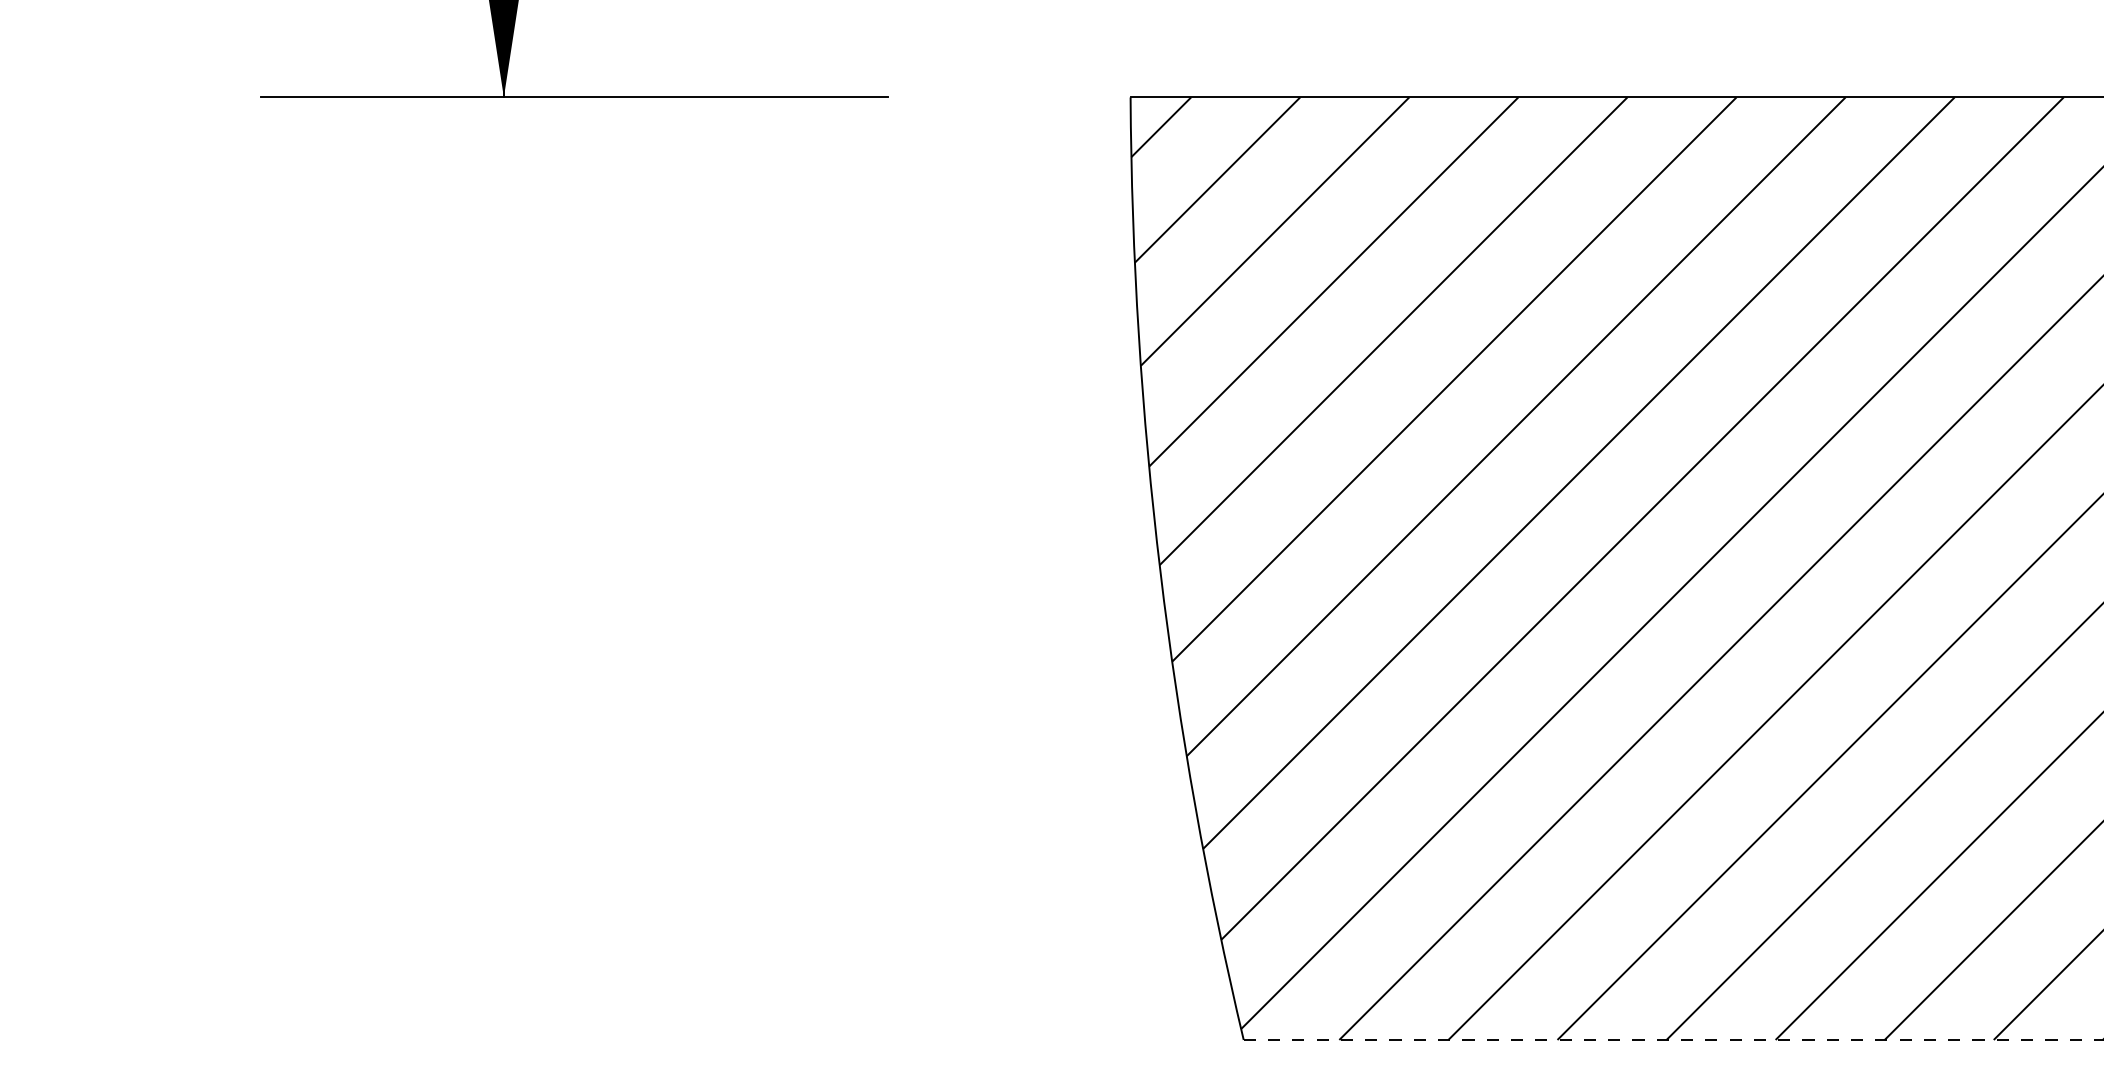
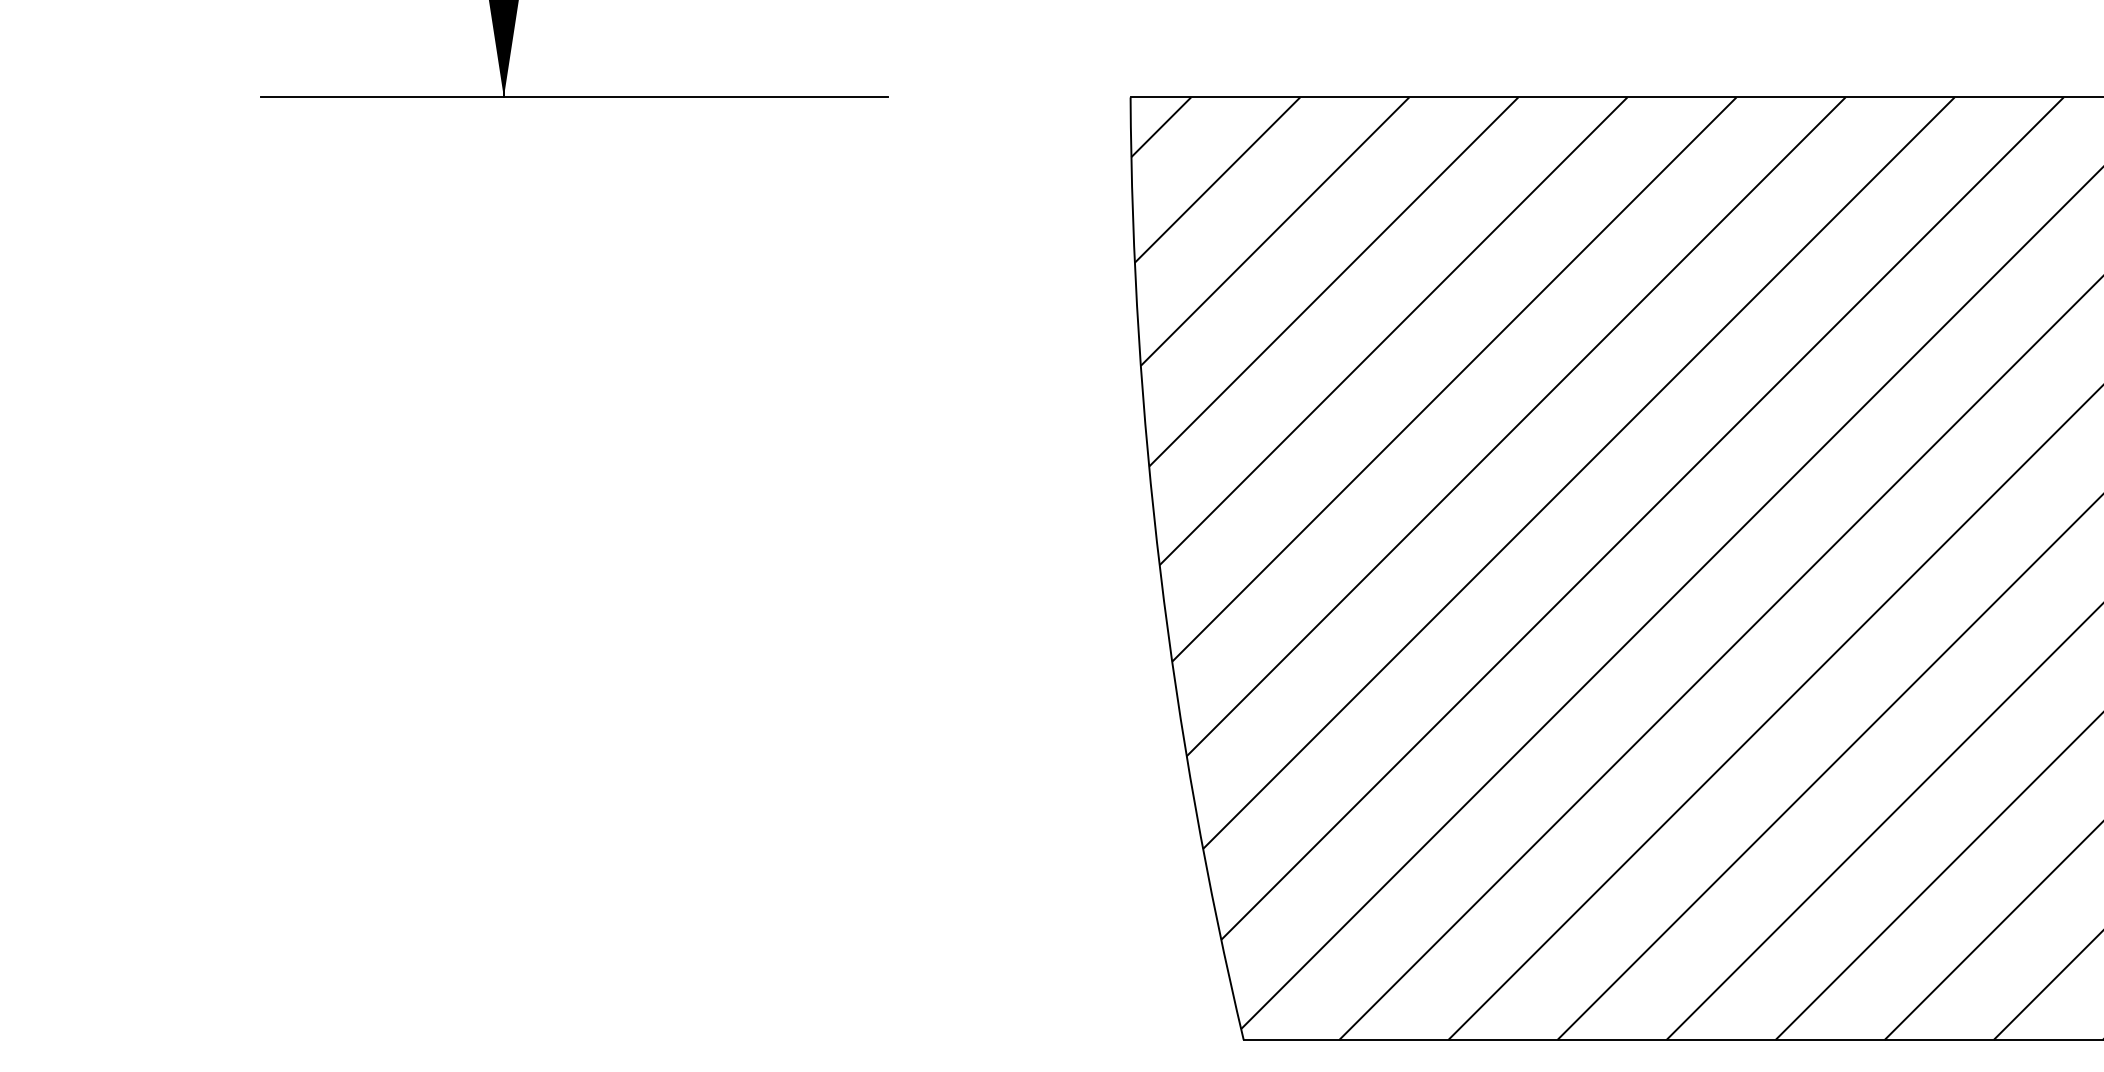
line at (1673, 1039): dashed -> solid
